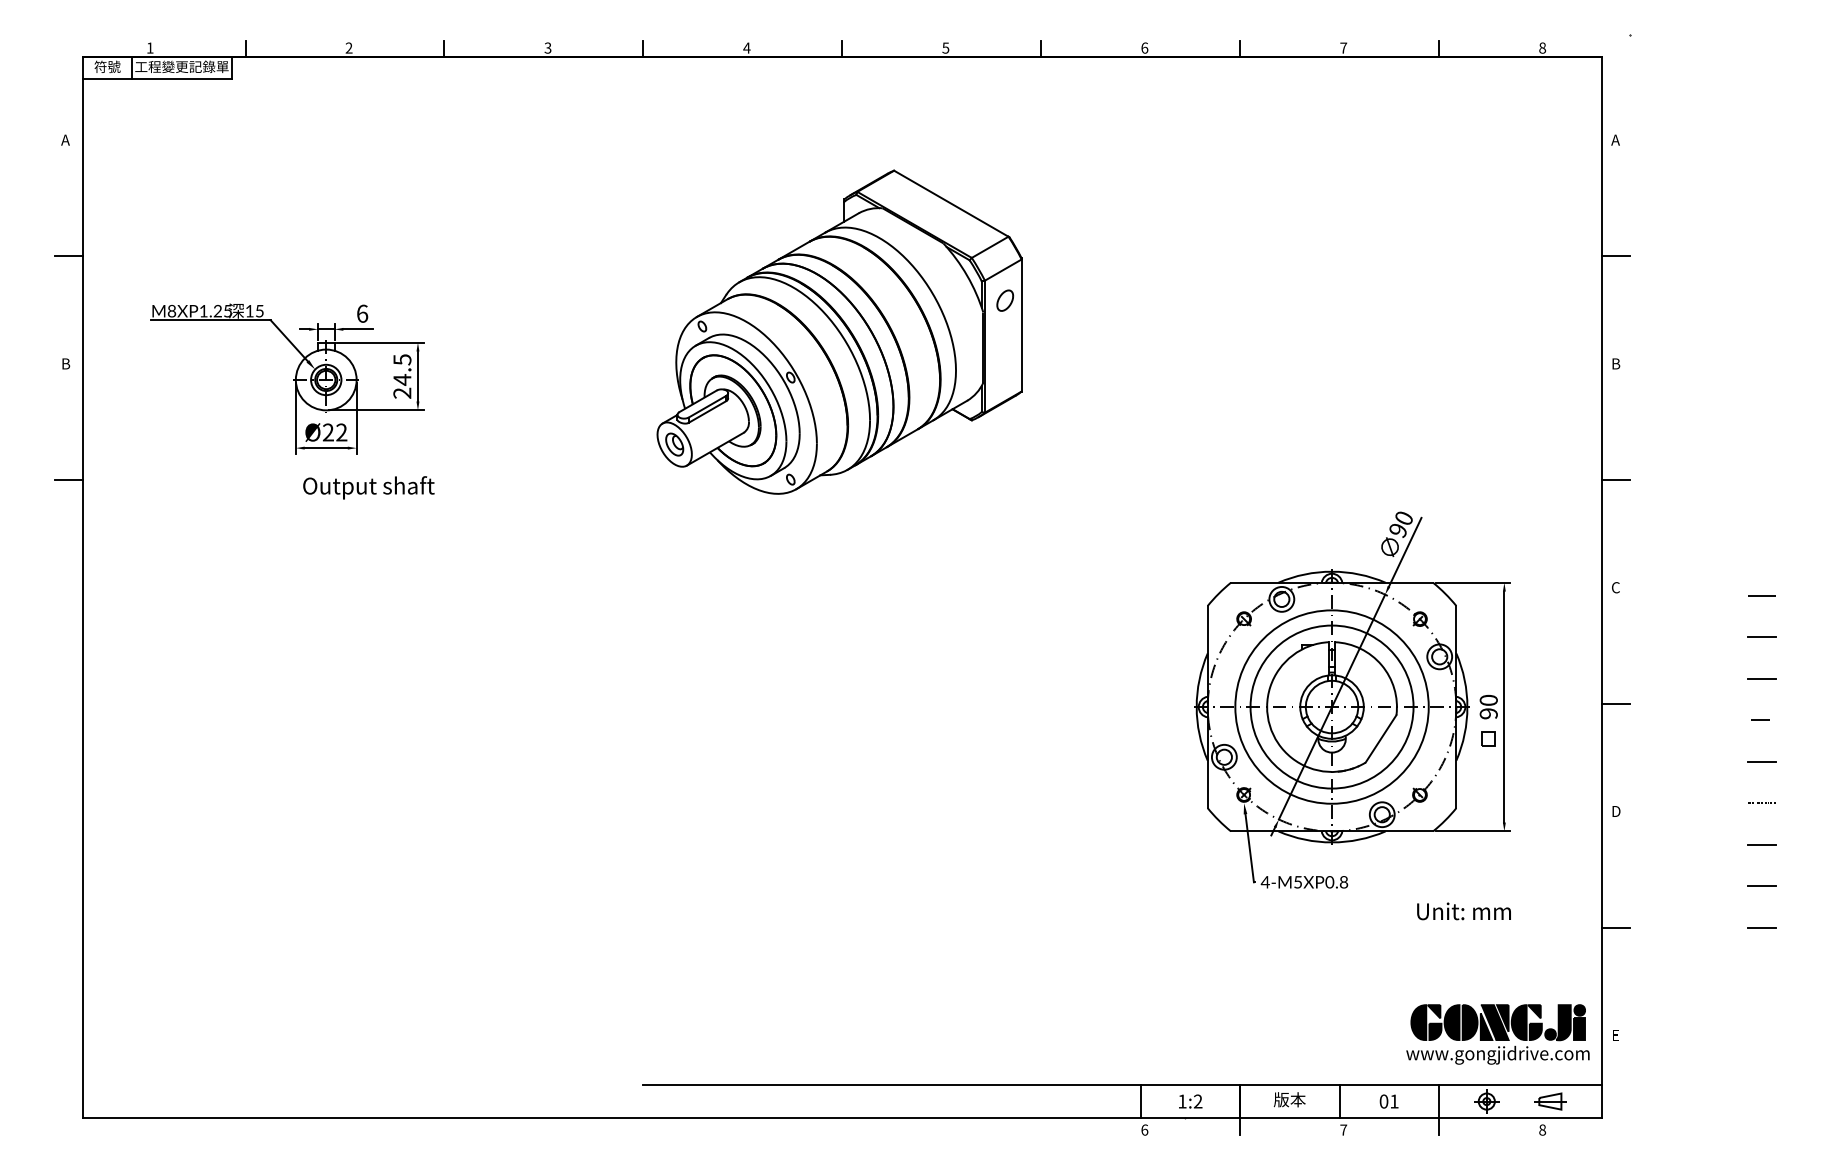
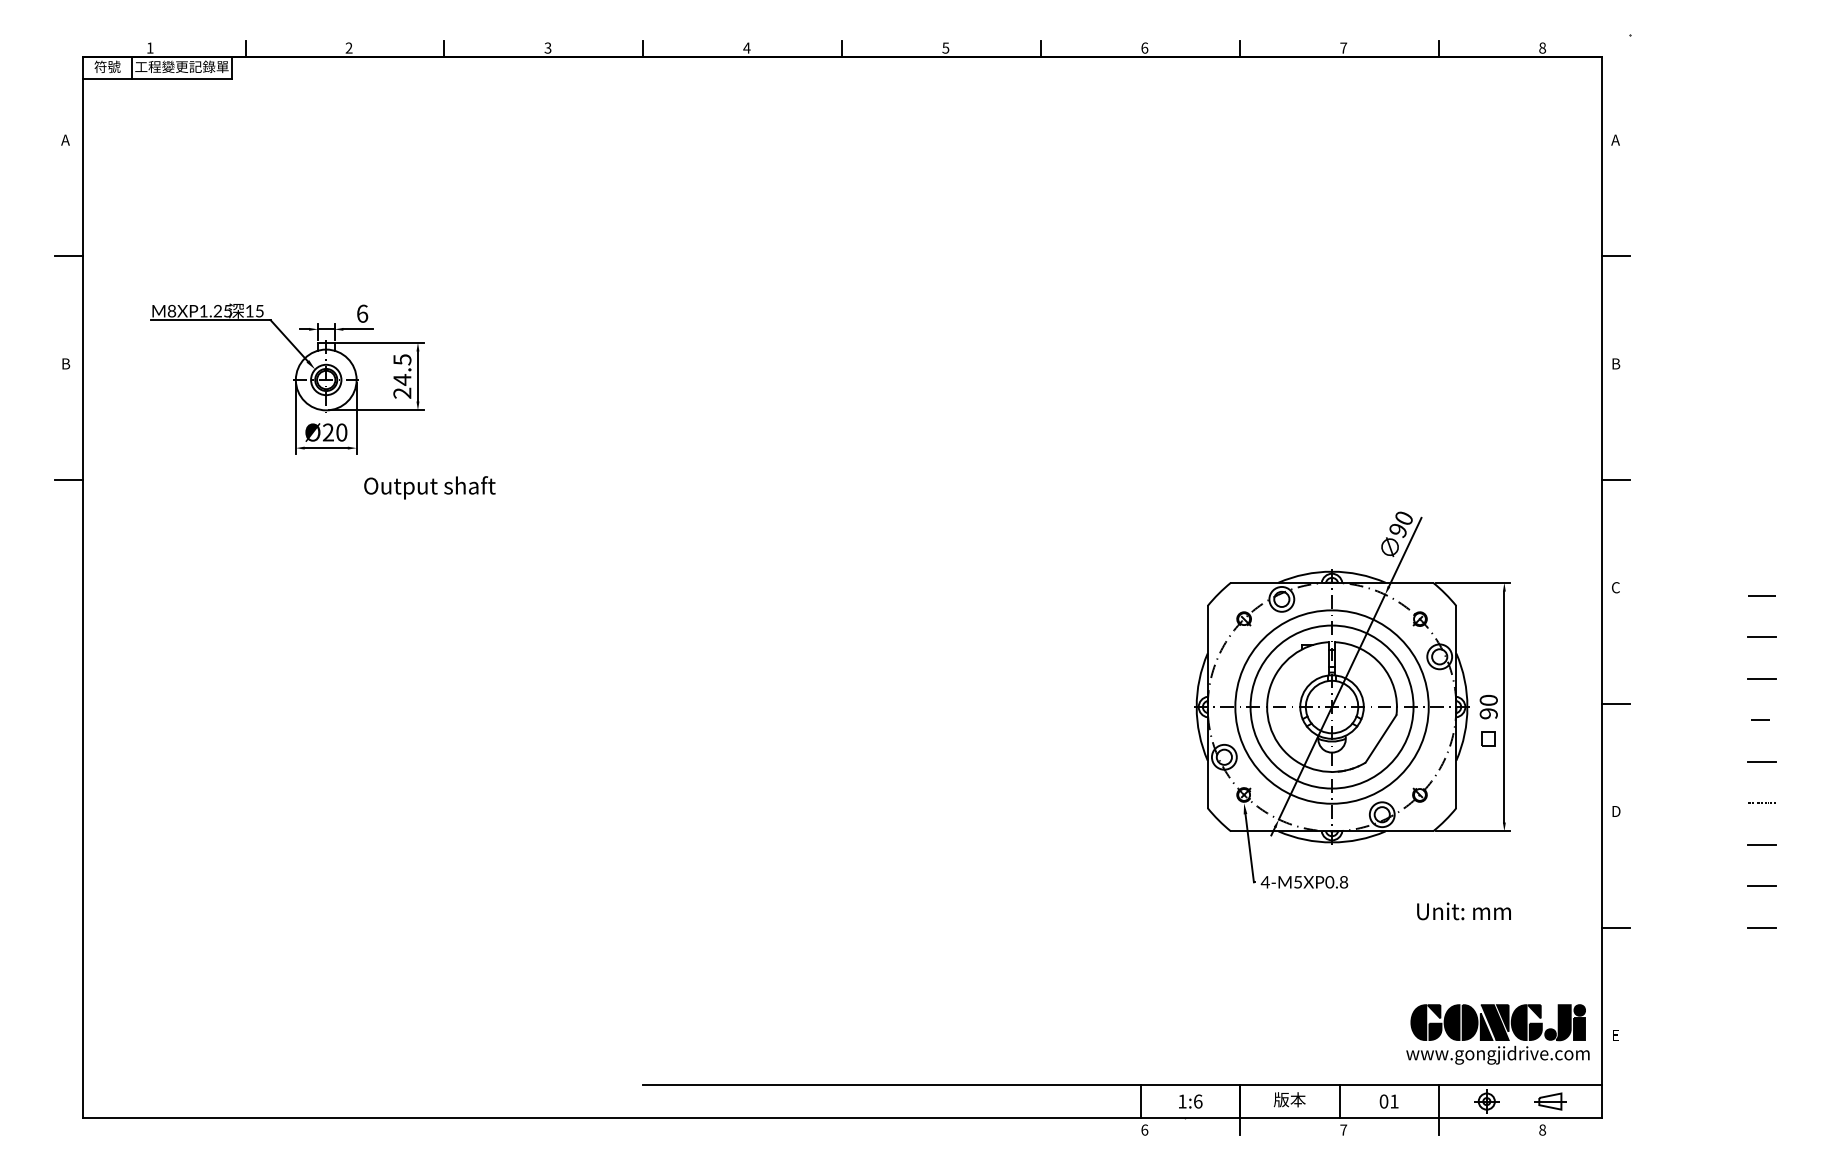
part at (839, 331): present -> none
text at (341, 432): Ø22 -> Ø20
text at (368, 487) position: (368, 487) -> (429, 487)
text at (1198, 1101): 1:2 -> 1:6
